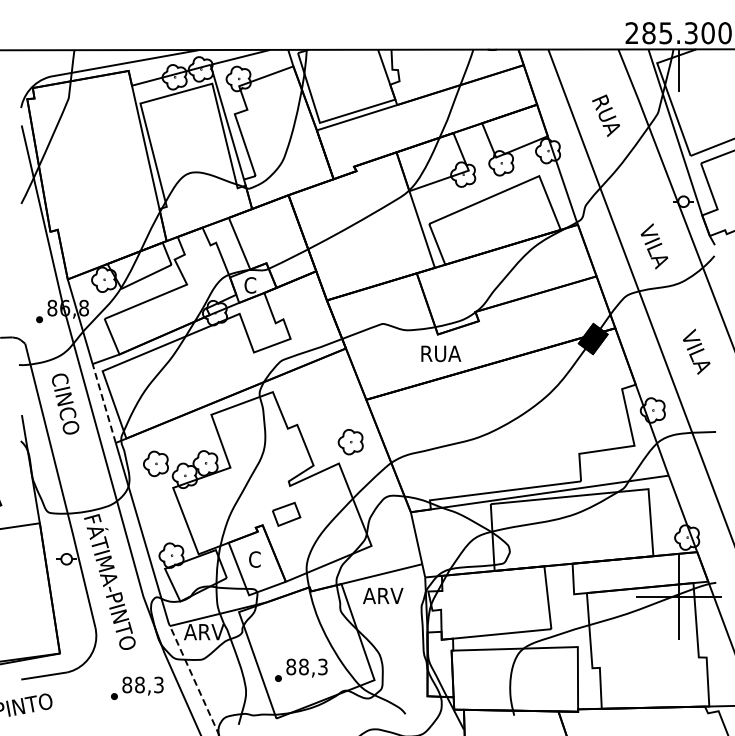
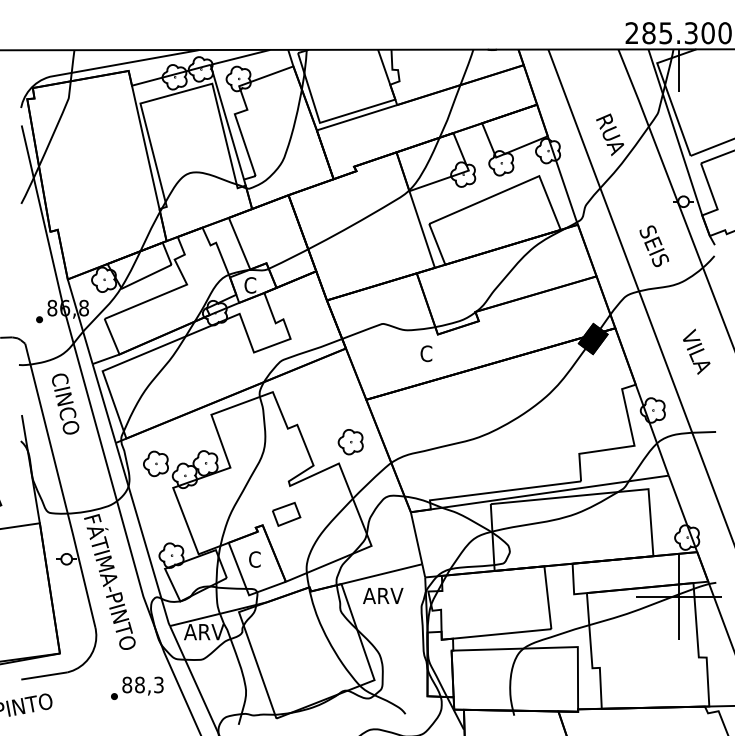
text at (606, 115) position: (606, 115) -> (610, 134)
text at (654, 246): VILA -> SEIS
text at (440, 353): RUA -> C
line at (104, 403): dashed -> solid
part at (301, 669): present -> none
line at (194, 680): dashed -> solid
